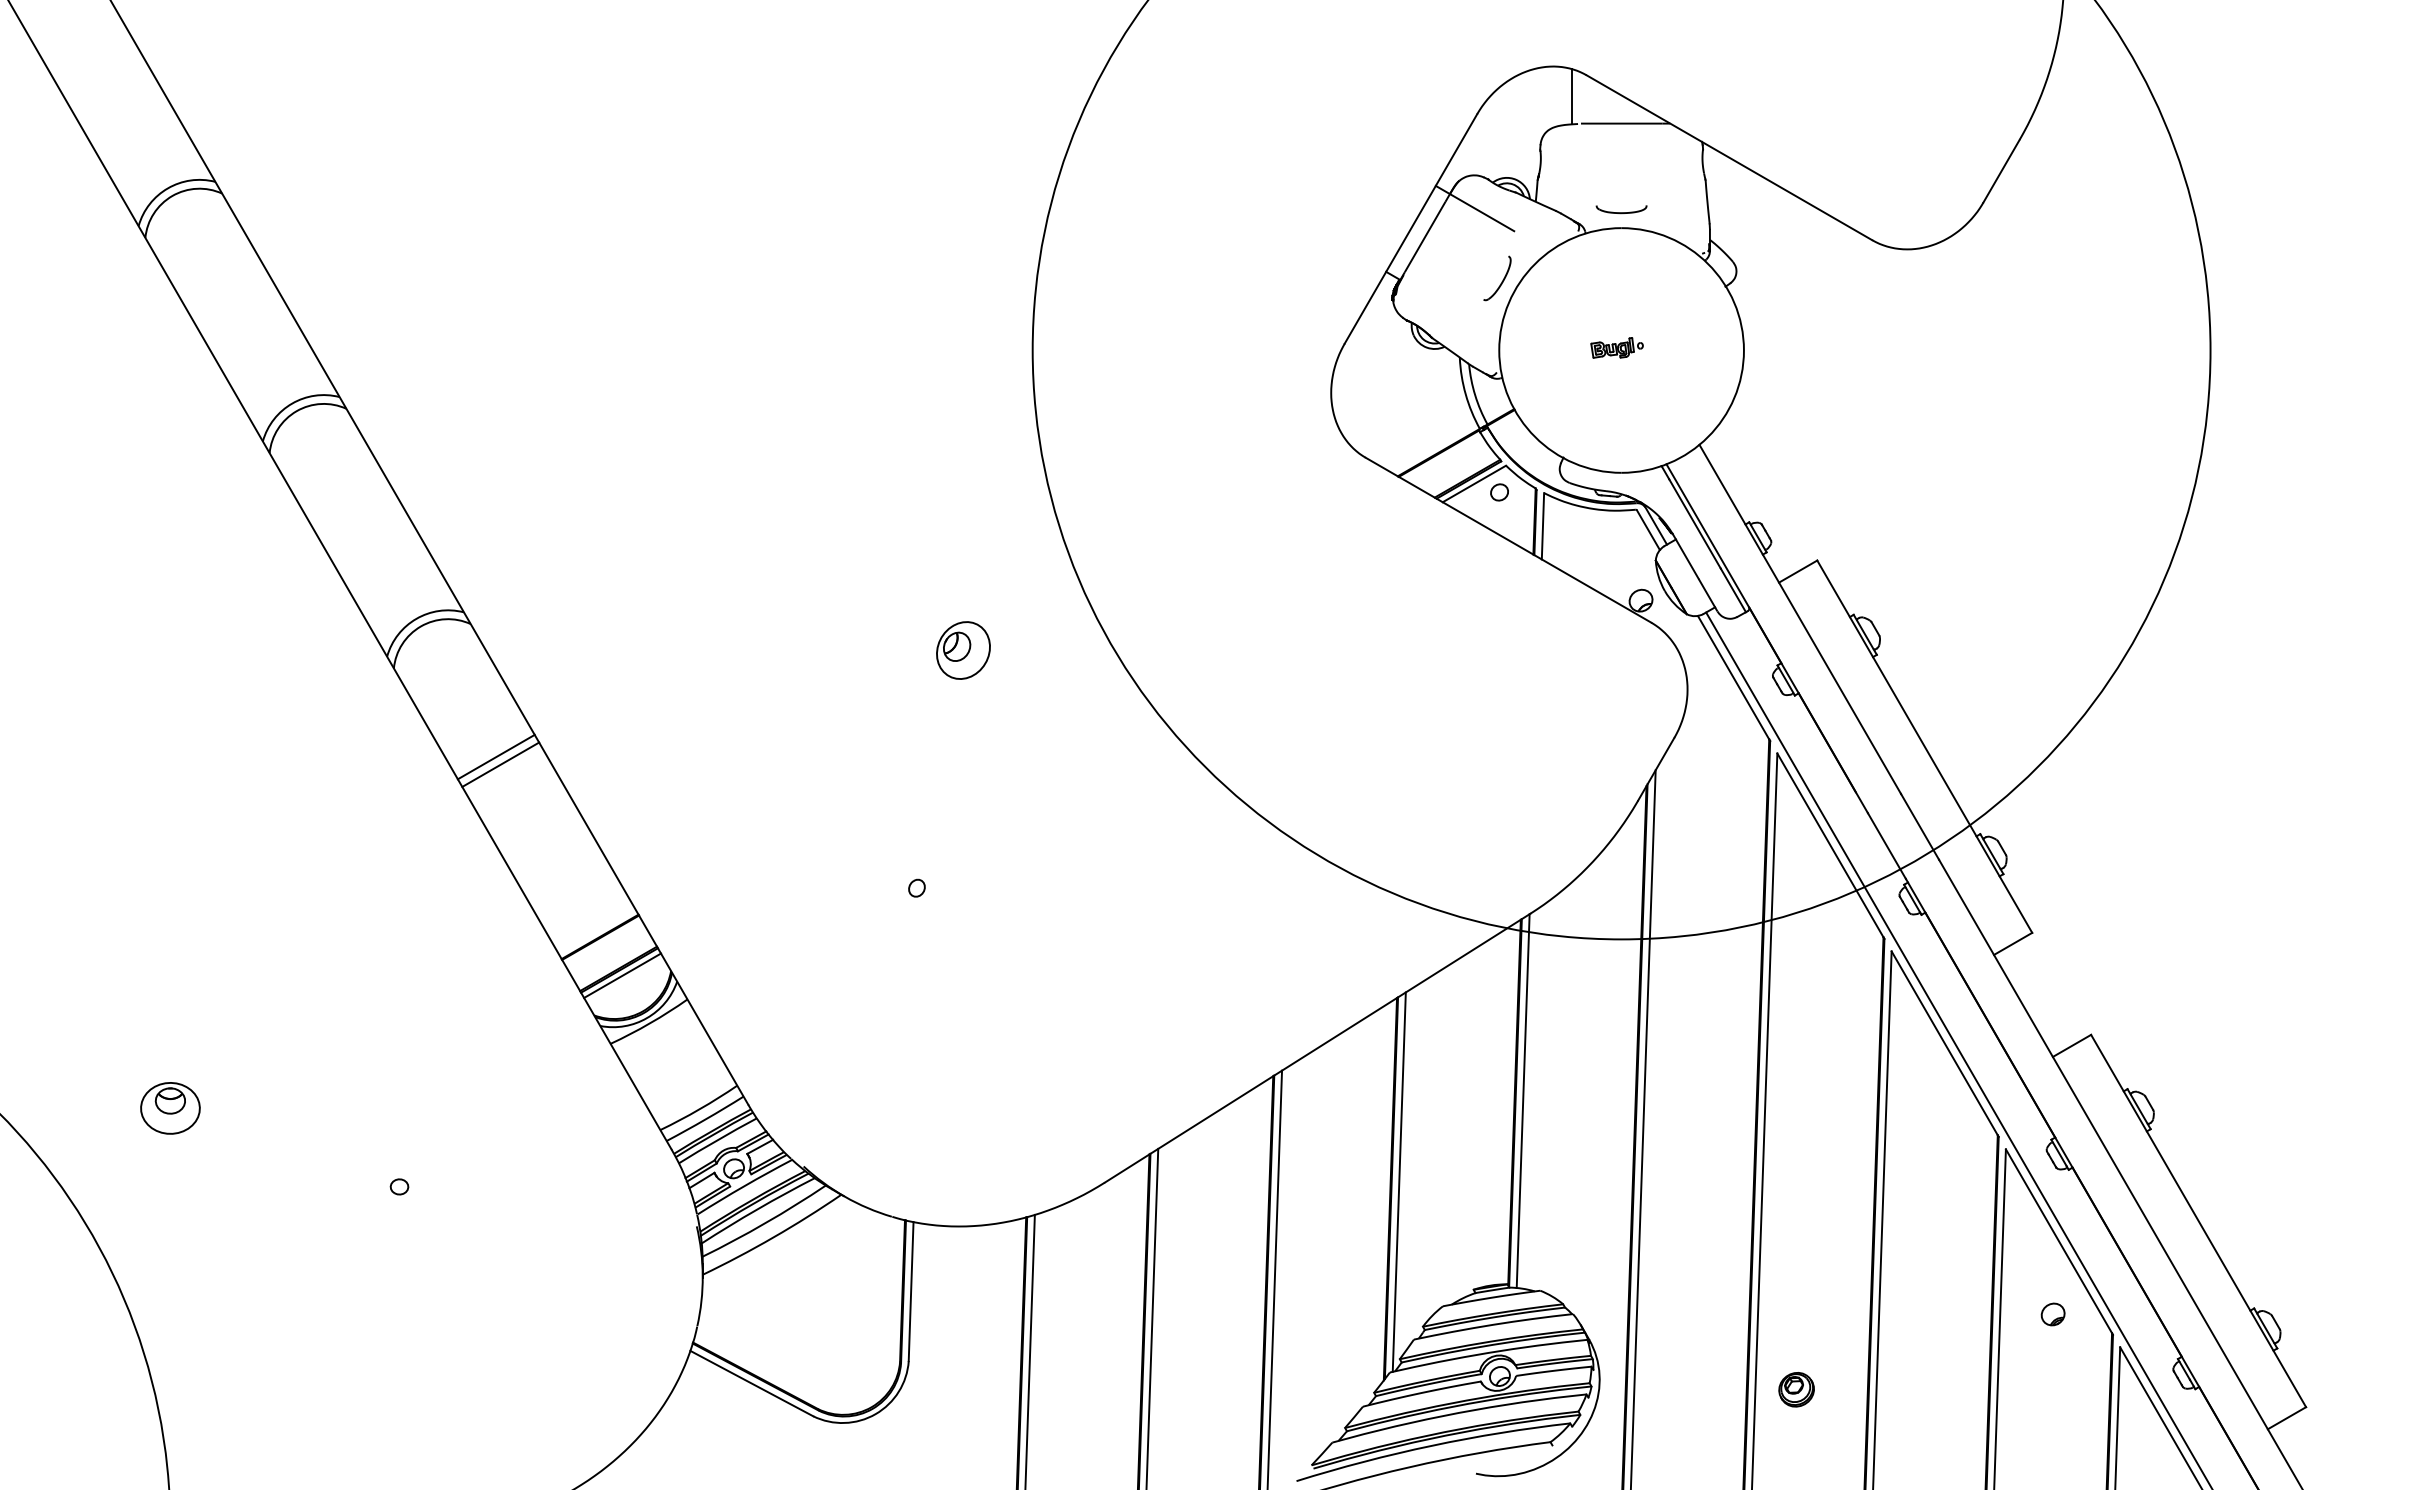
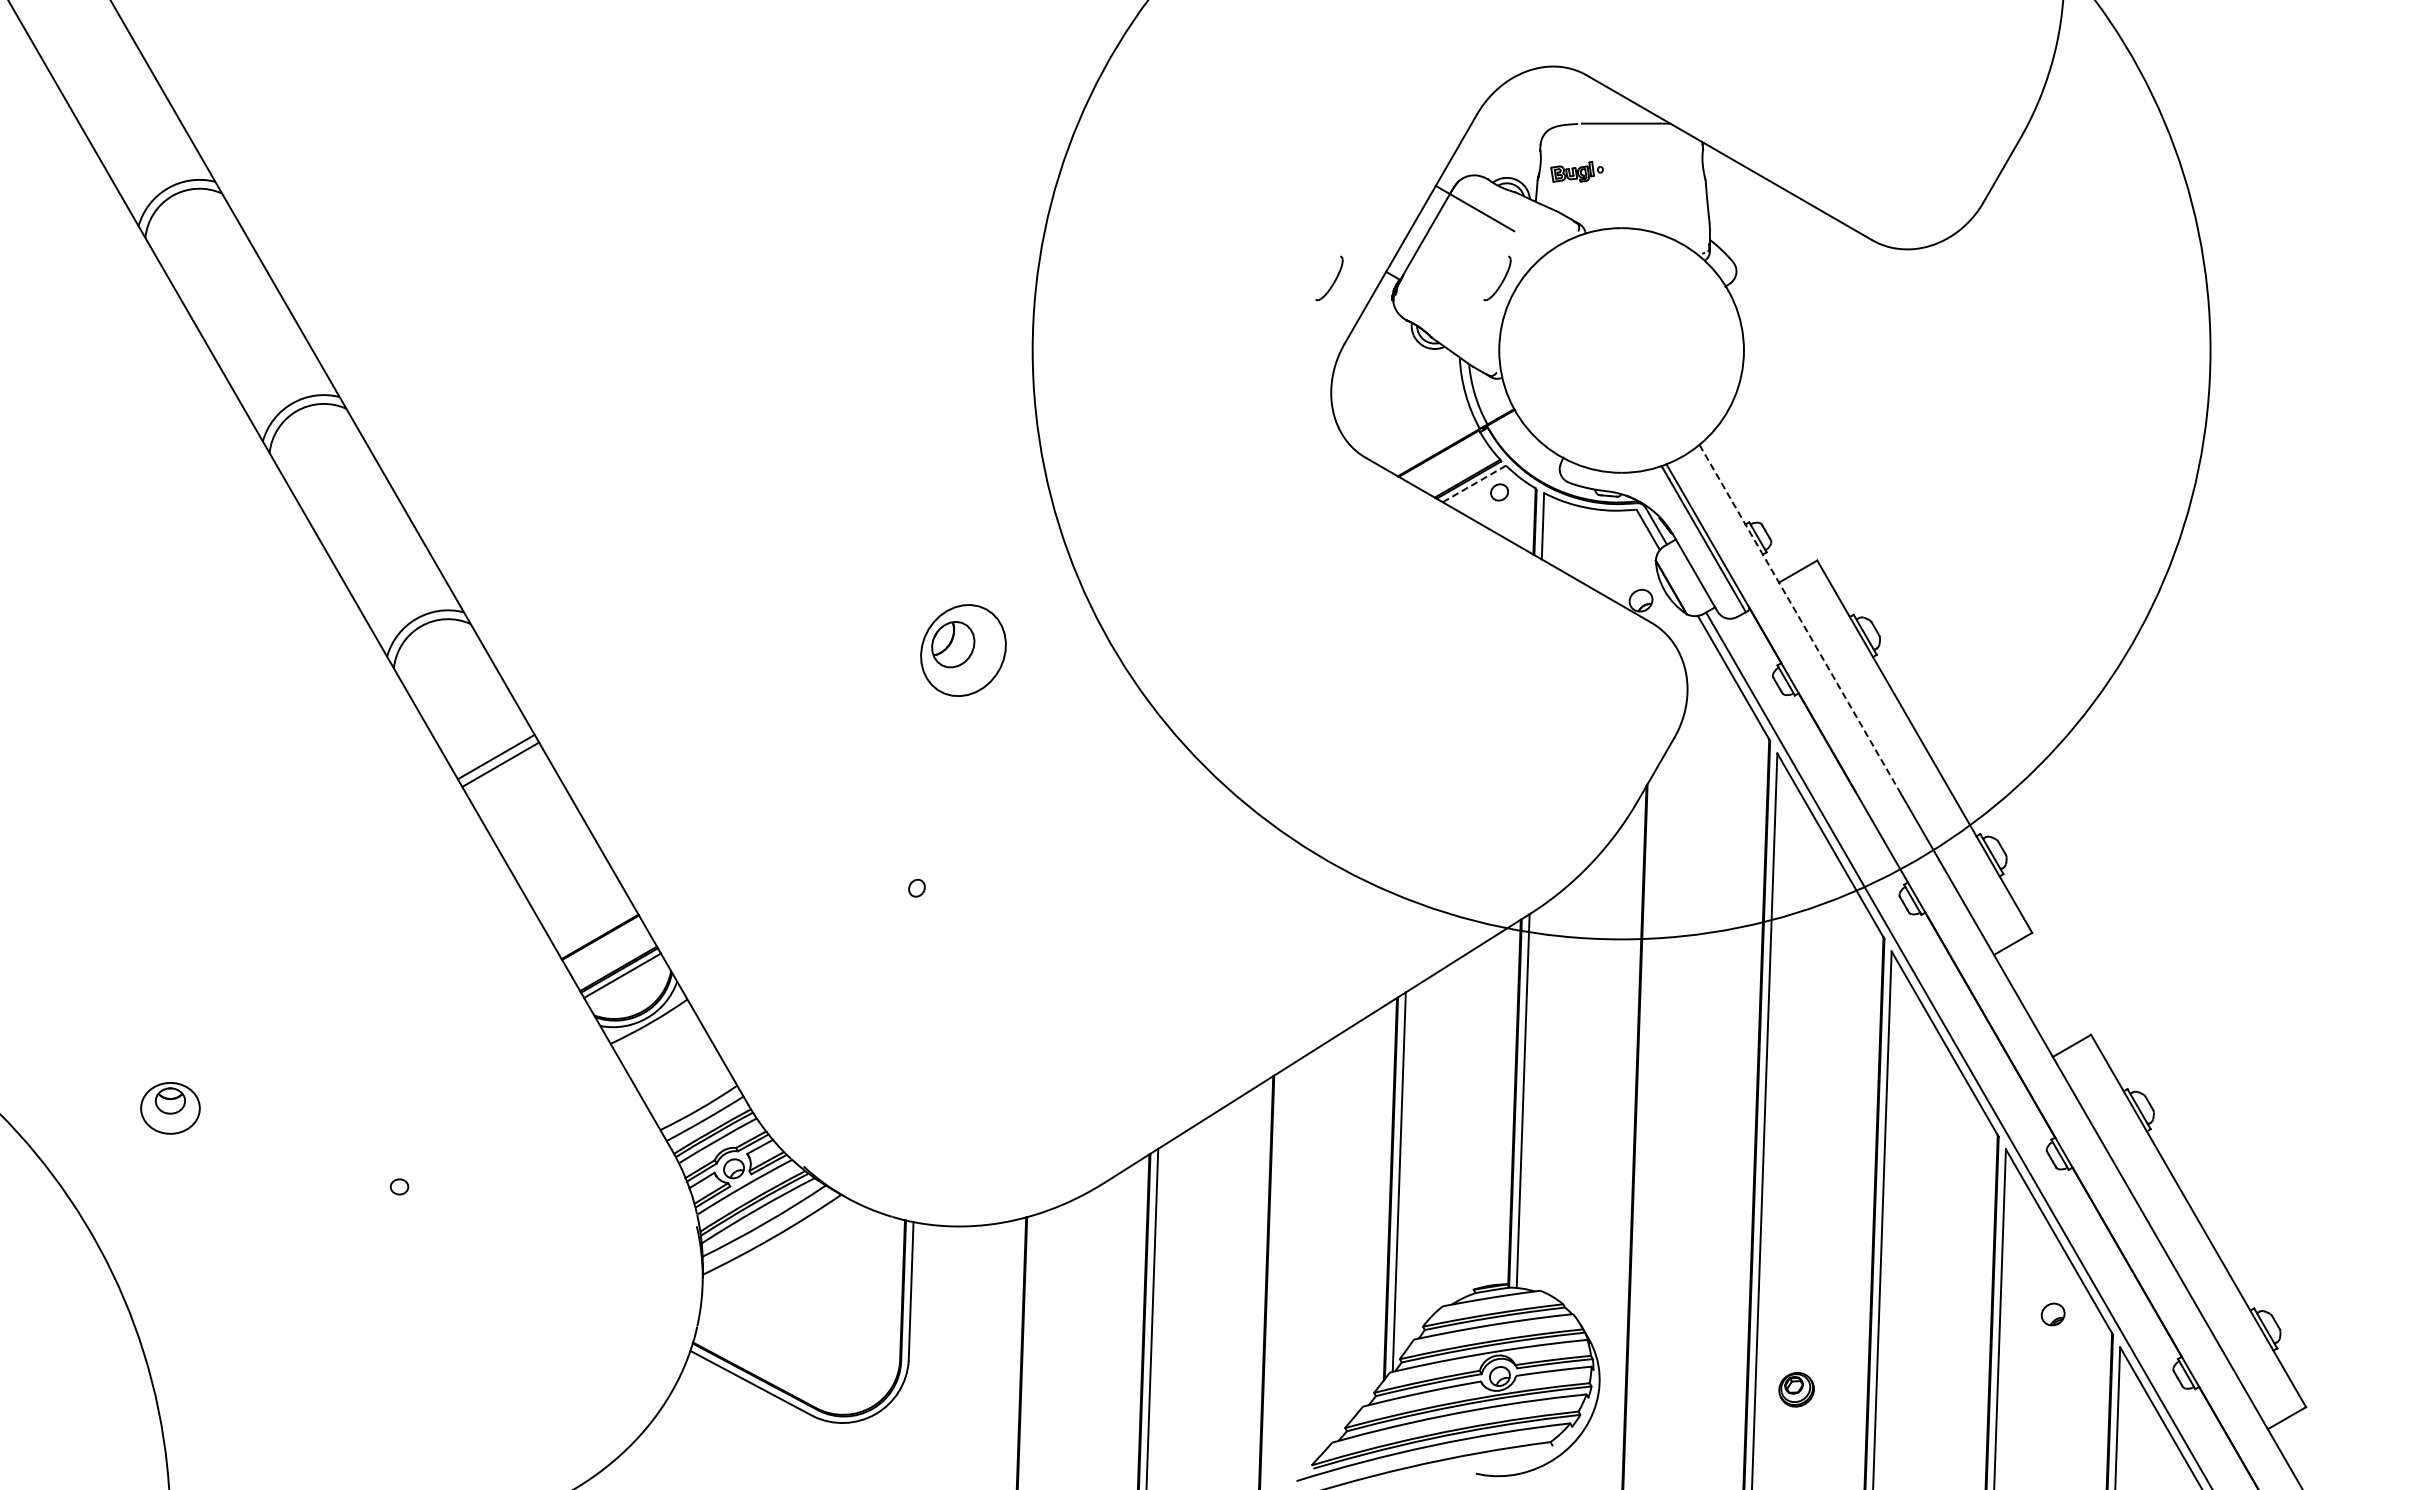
line at (1572, 96): present -> none
part at (1621, 209): present -> none
part at (1329, 278): none -> present
part at (1616, 347) position: (1616, 347) -> (1576, 171)
line at (1474, 483): solid -> dashed
line at (1800, 619): solid -> dashed
part at (963, 650) size: 55x59 px -> 87x93 px
line at (1643, 1128): present -> none
line at (1274, 1278): present -> none
line at (1029, 1350): present -> none
